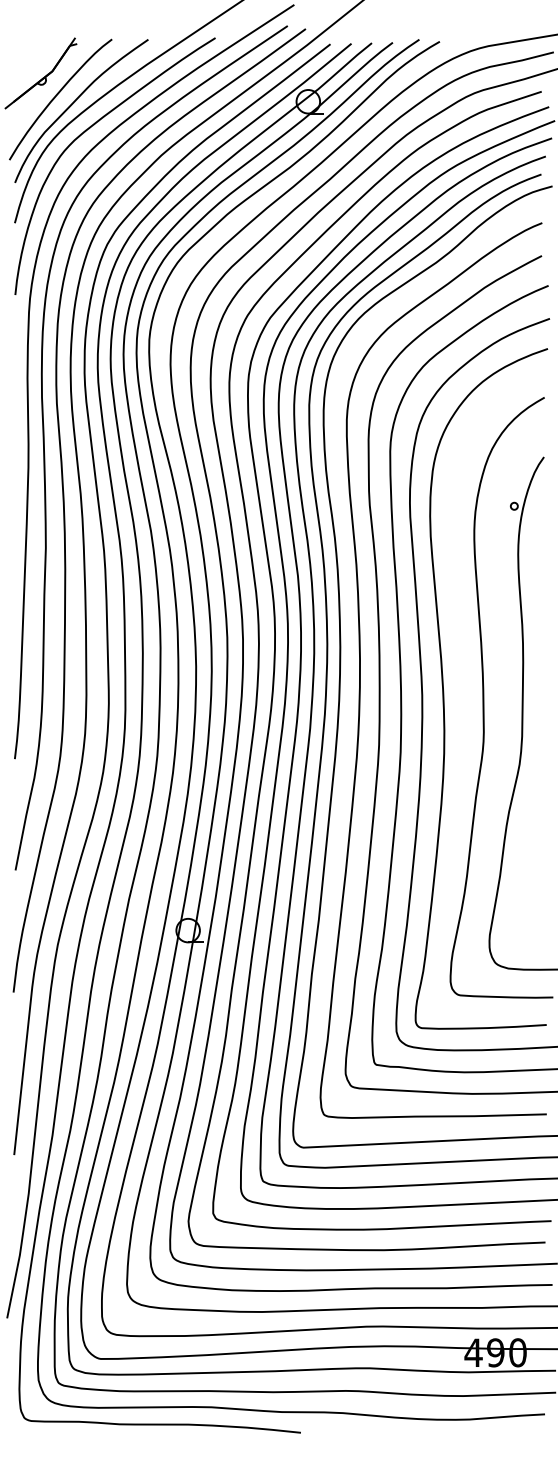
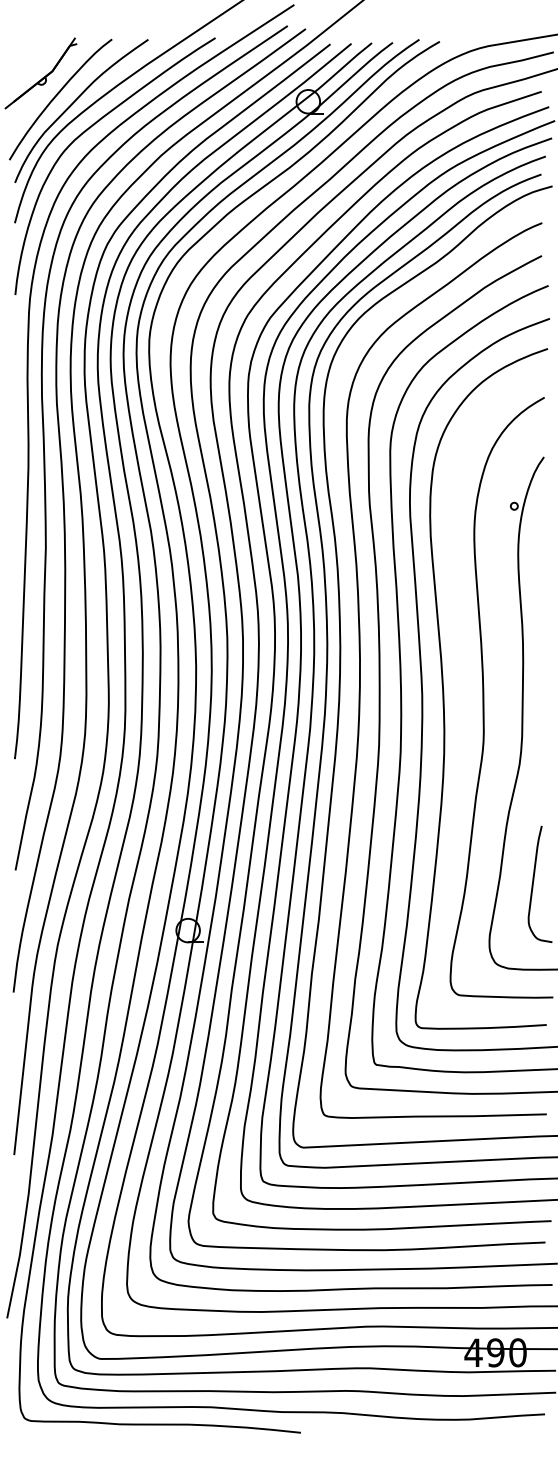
curve at (534, 880): none -> present
